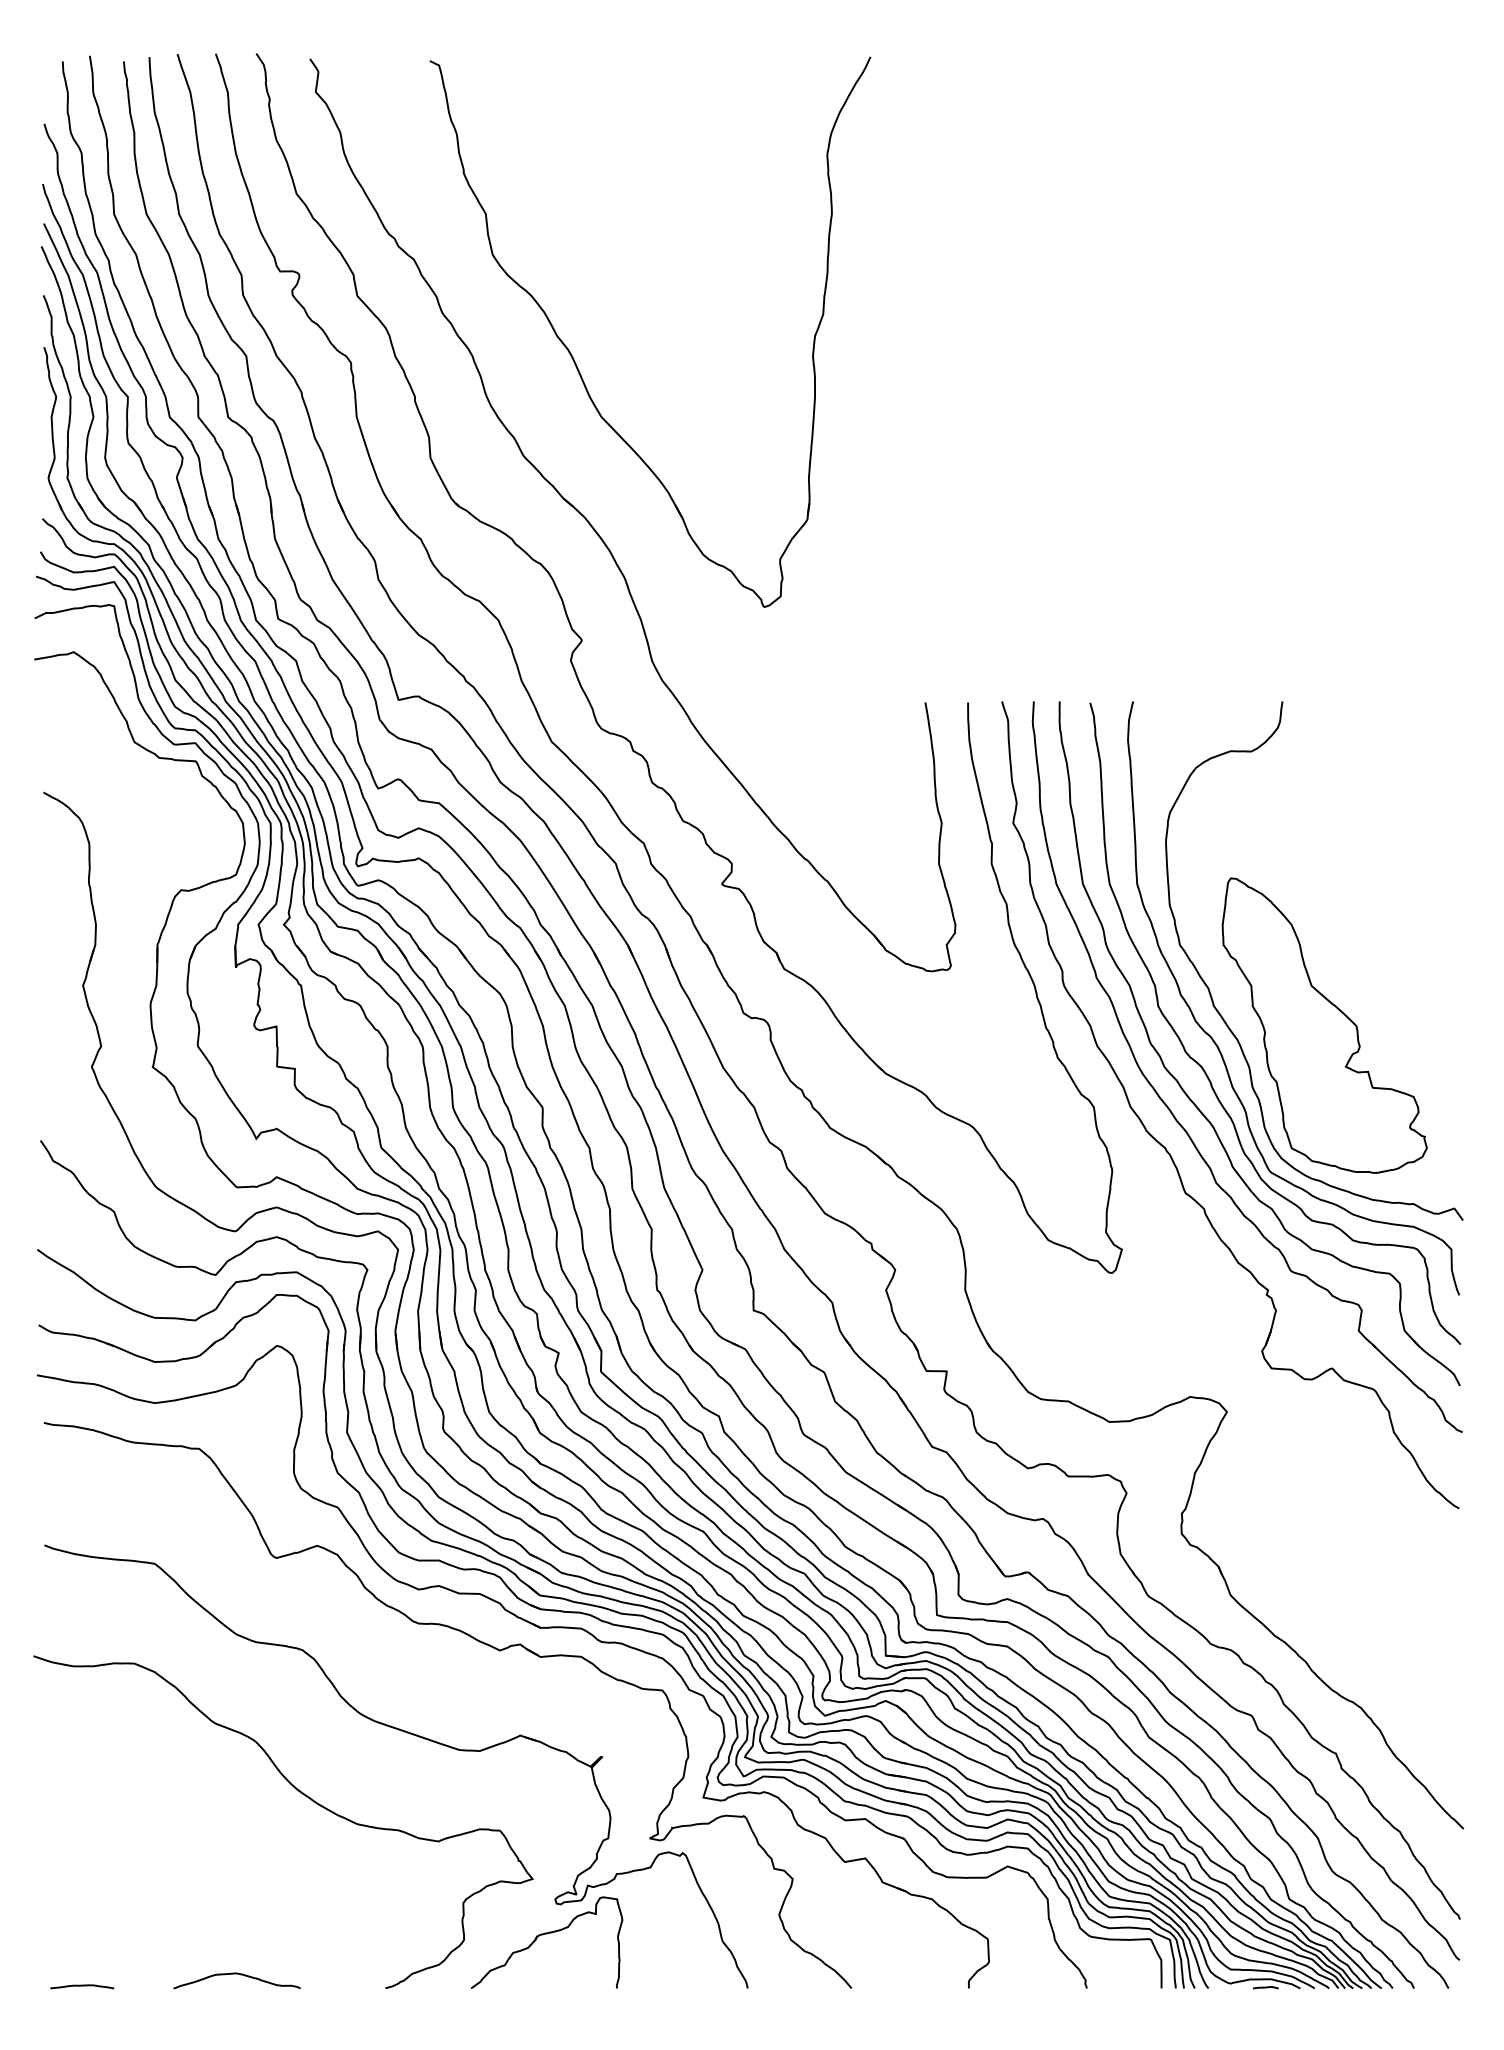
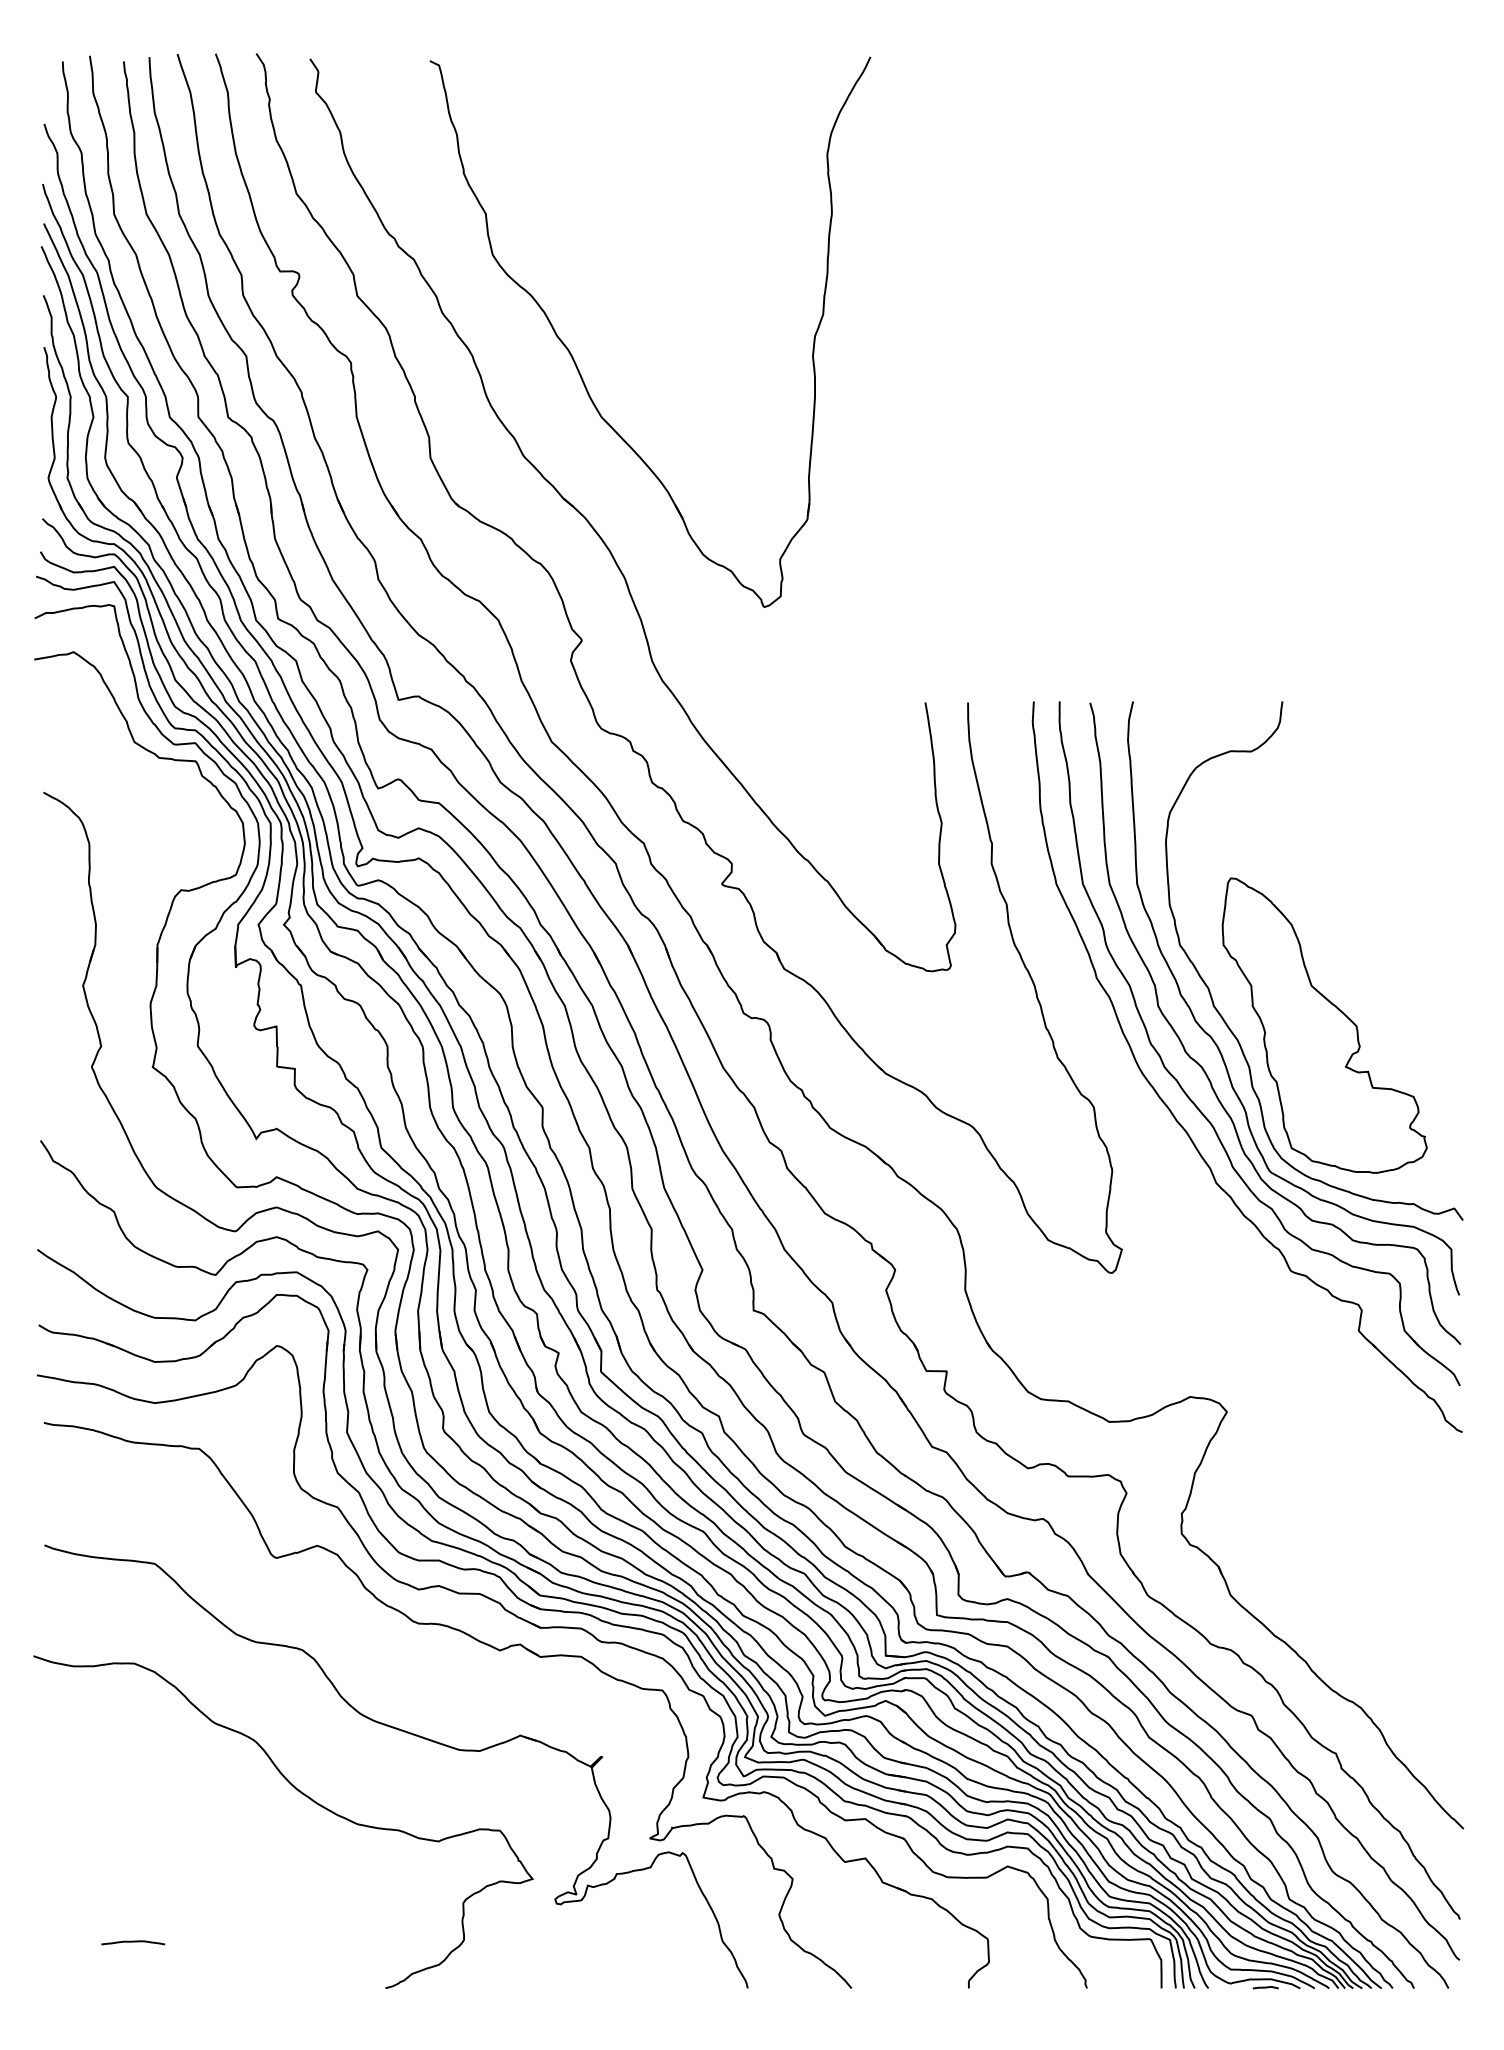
part at (1170, 1153): present -> none
part at (543, 1935): present -> none
curve at (236, 1974): present -> none
curve at (82, 1986) position: (82, 1986) -> (133, 1942)
